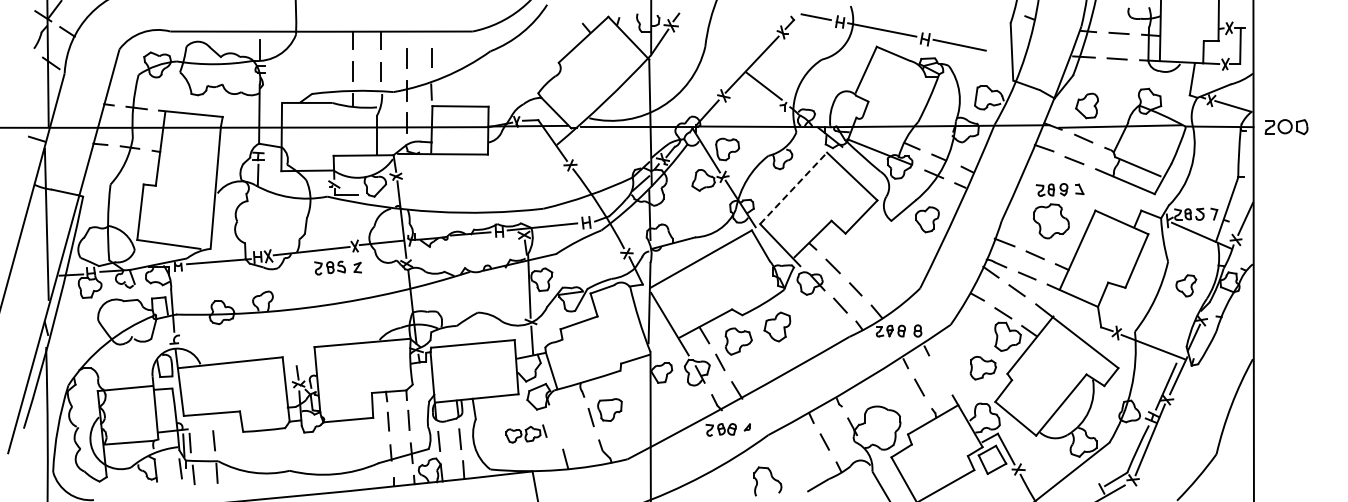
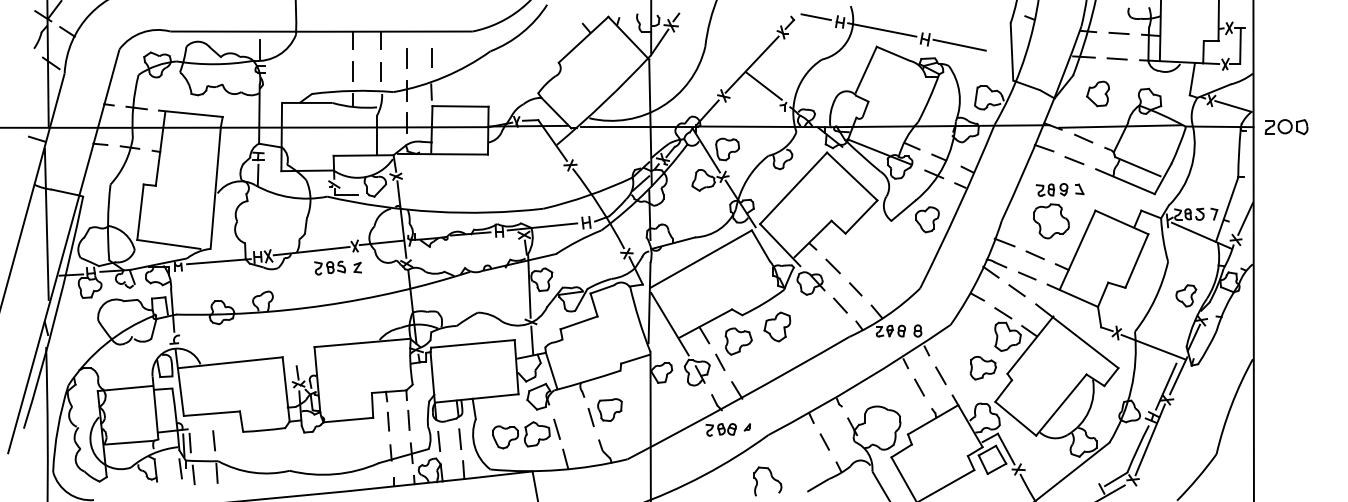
part at (1086, 105) position: (1086, 105) -> (1097, 93)
line at (793, 188): dashed -> solid
part at (1186, 285) position: (1186, 285) -> (1186, 295)
line at (940, 375): none -> present
part at (526, 433) size: 43x20 px -> 69x32 px
